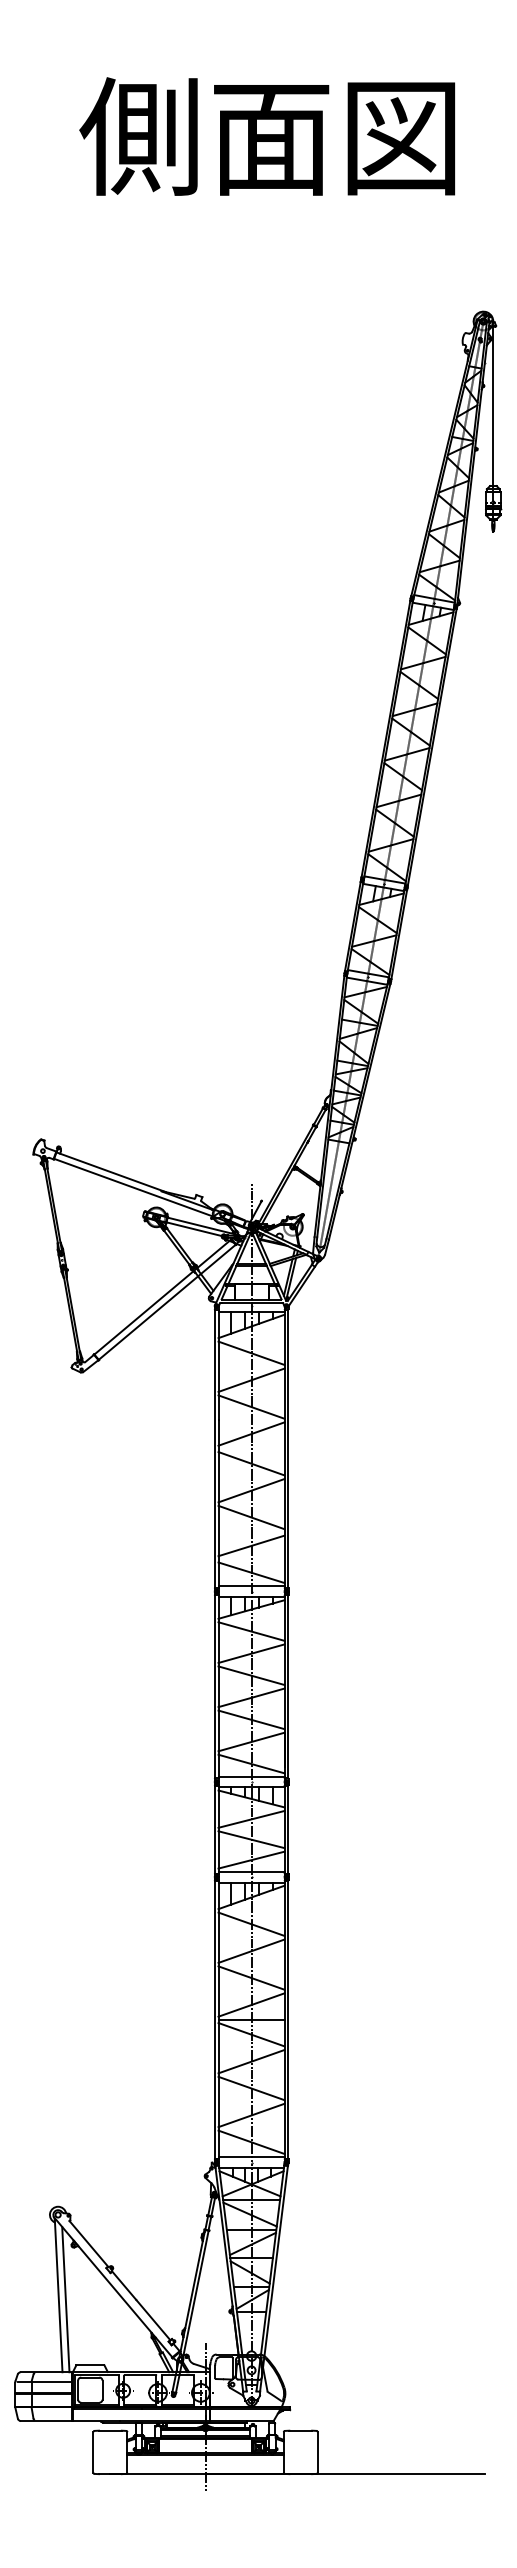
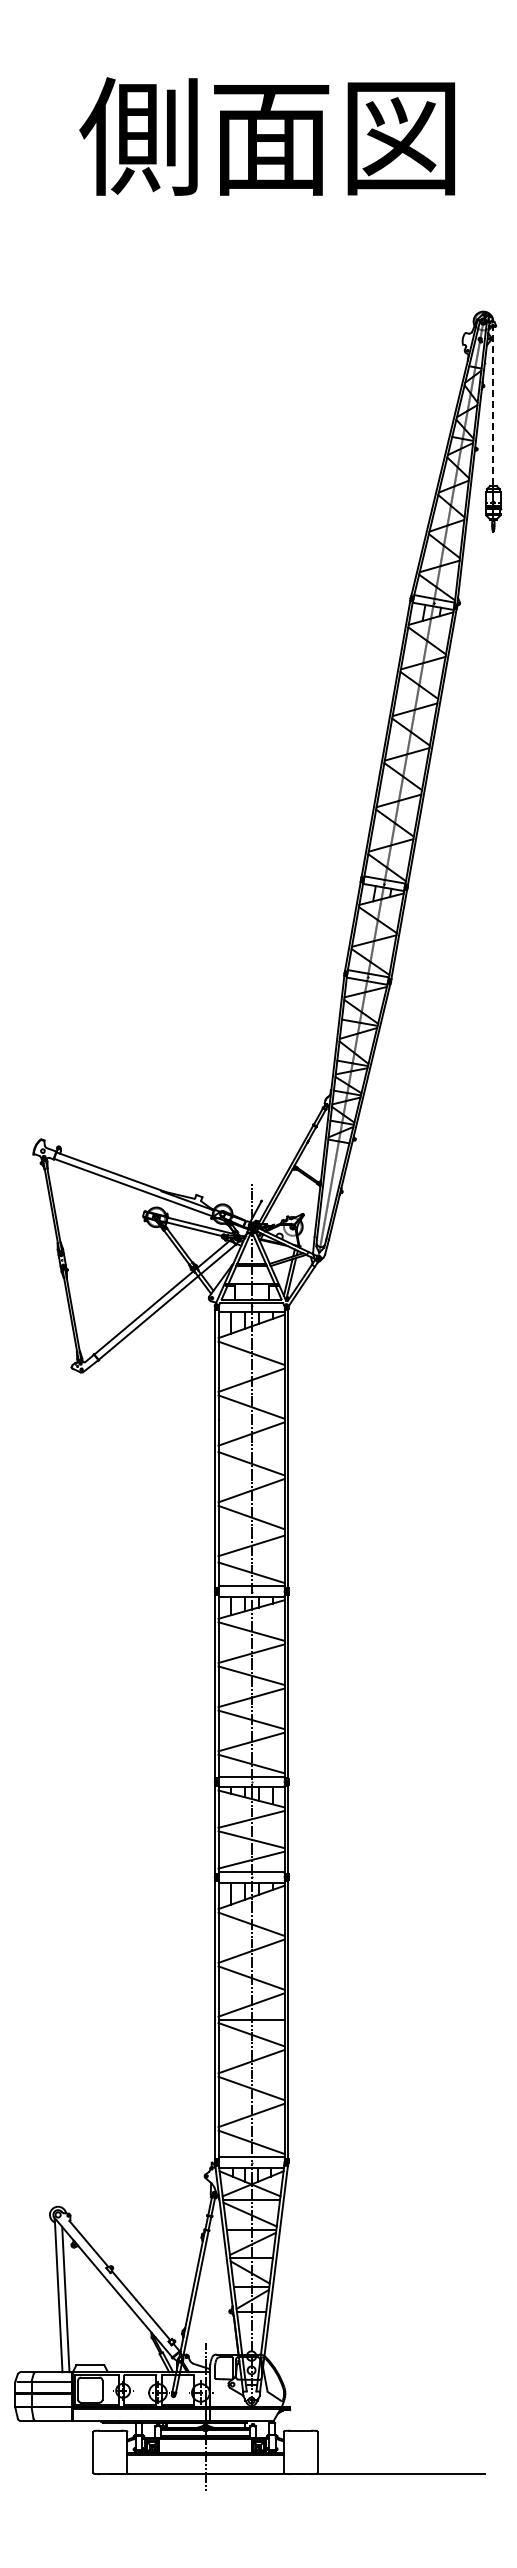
line at (493, 402): solid -> dashed
